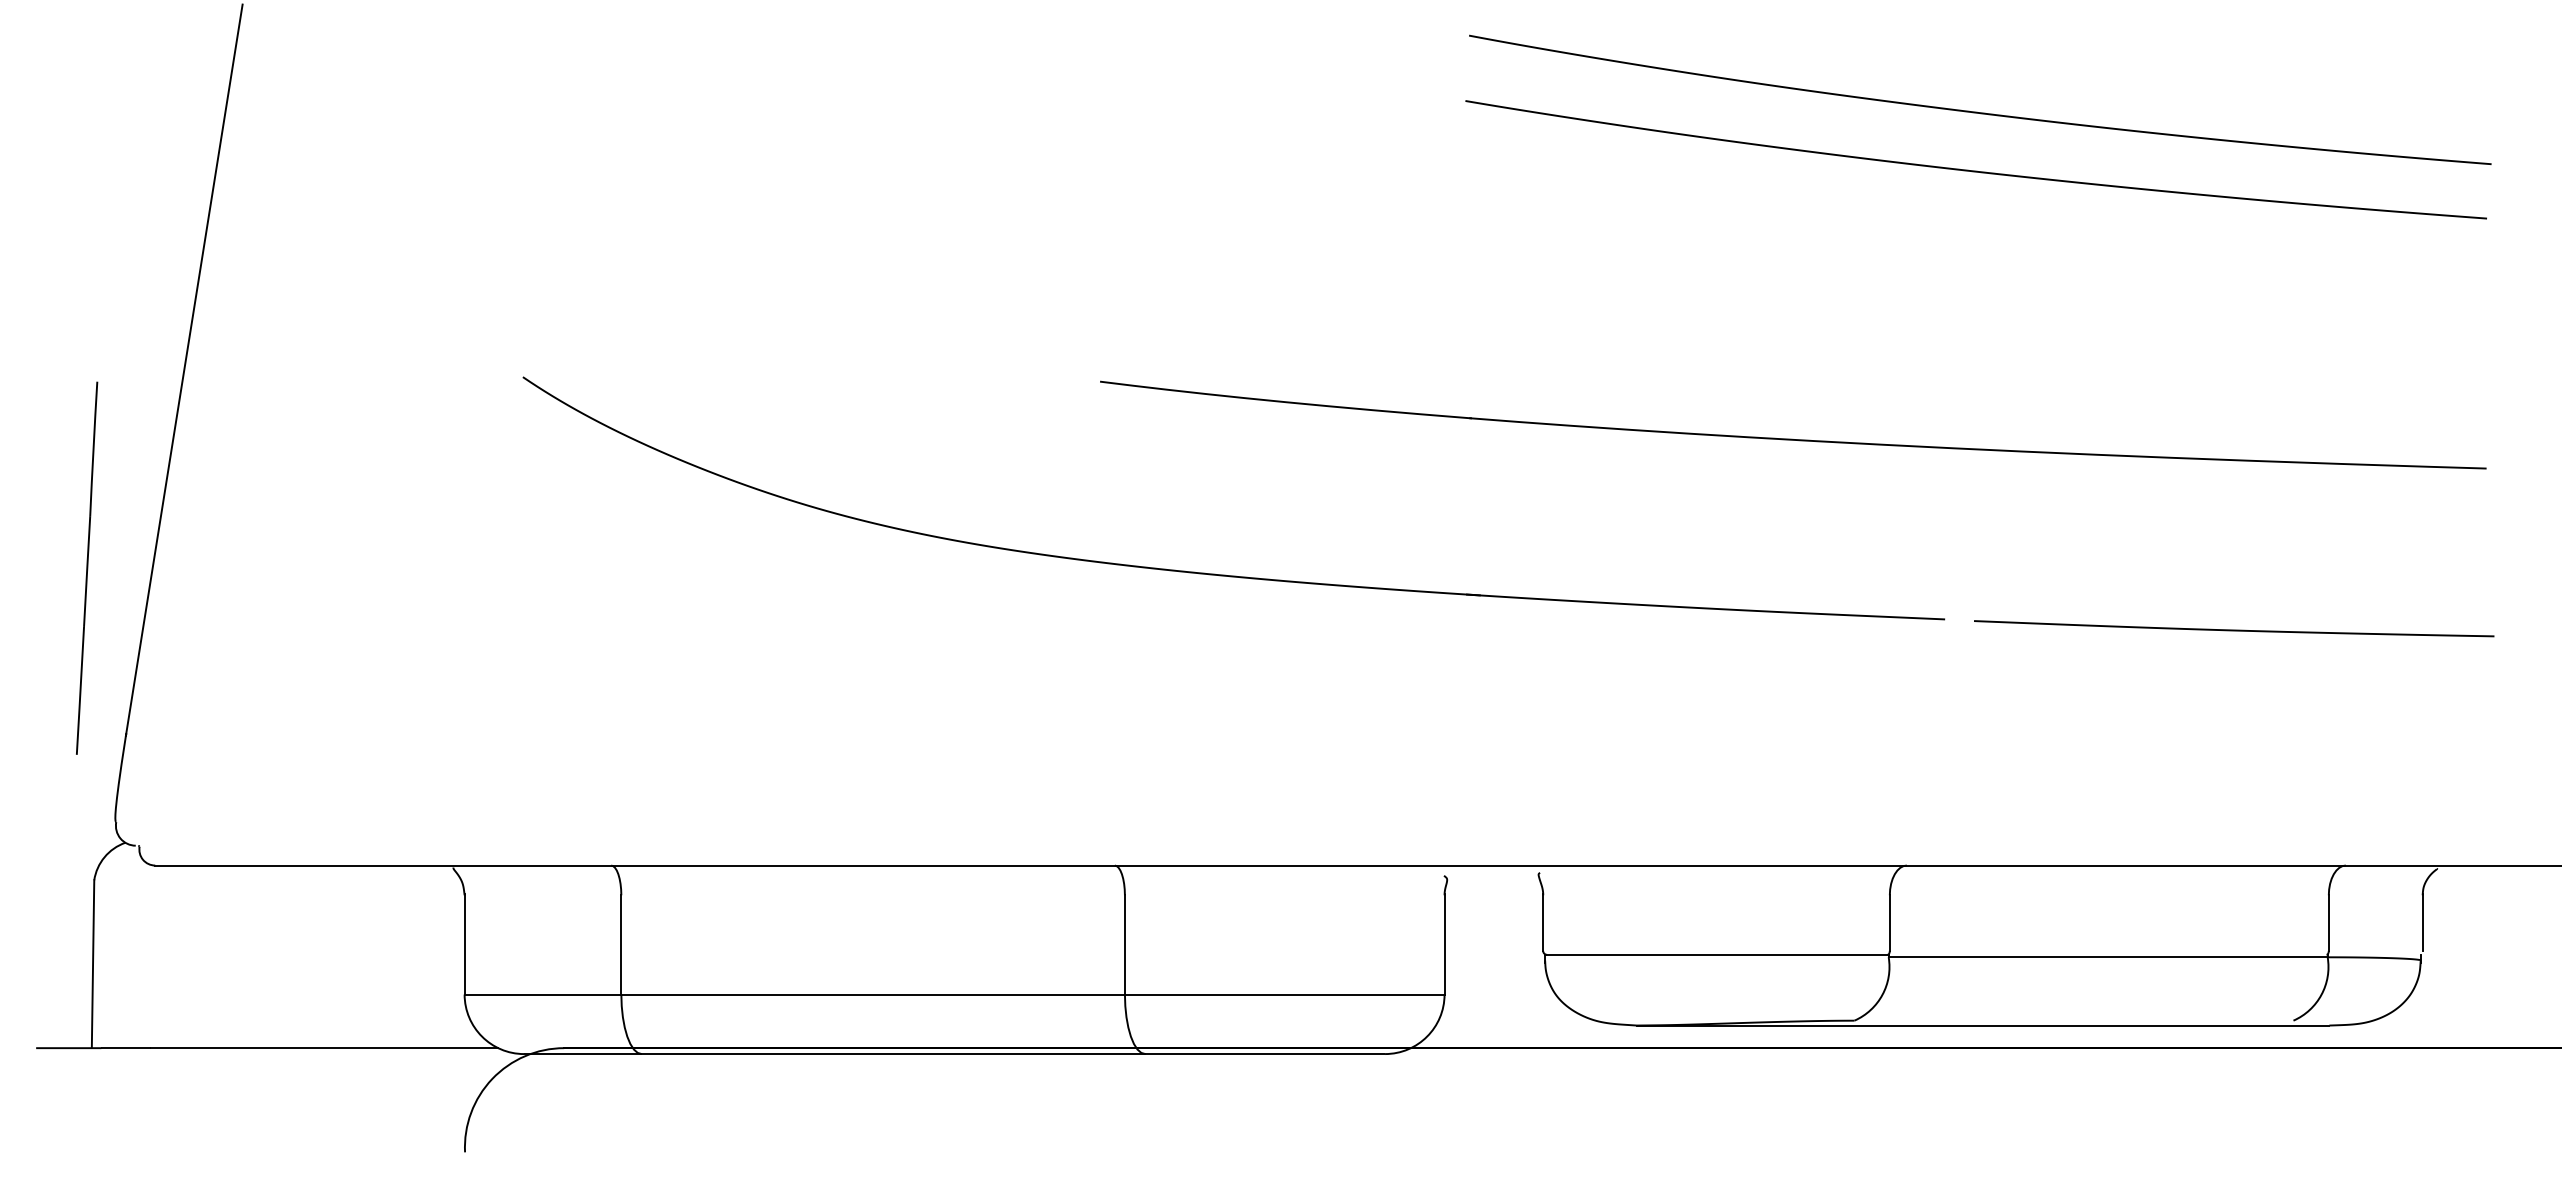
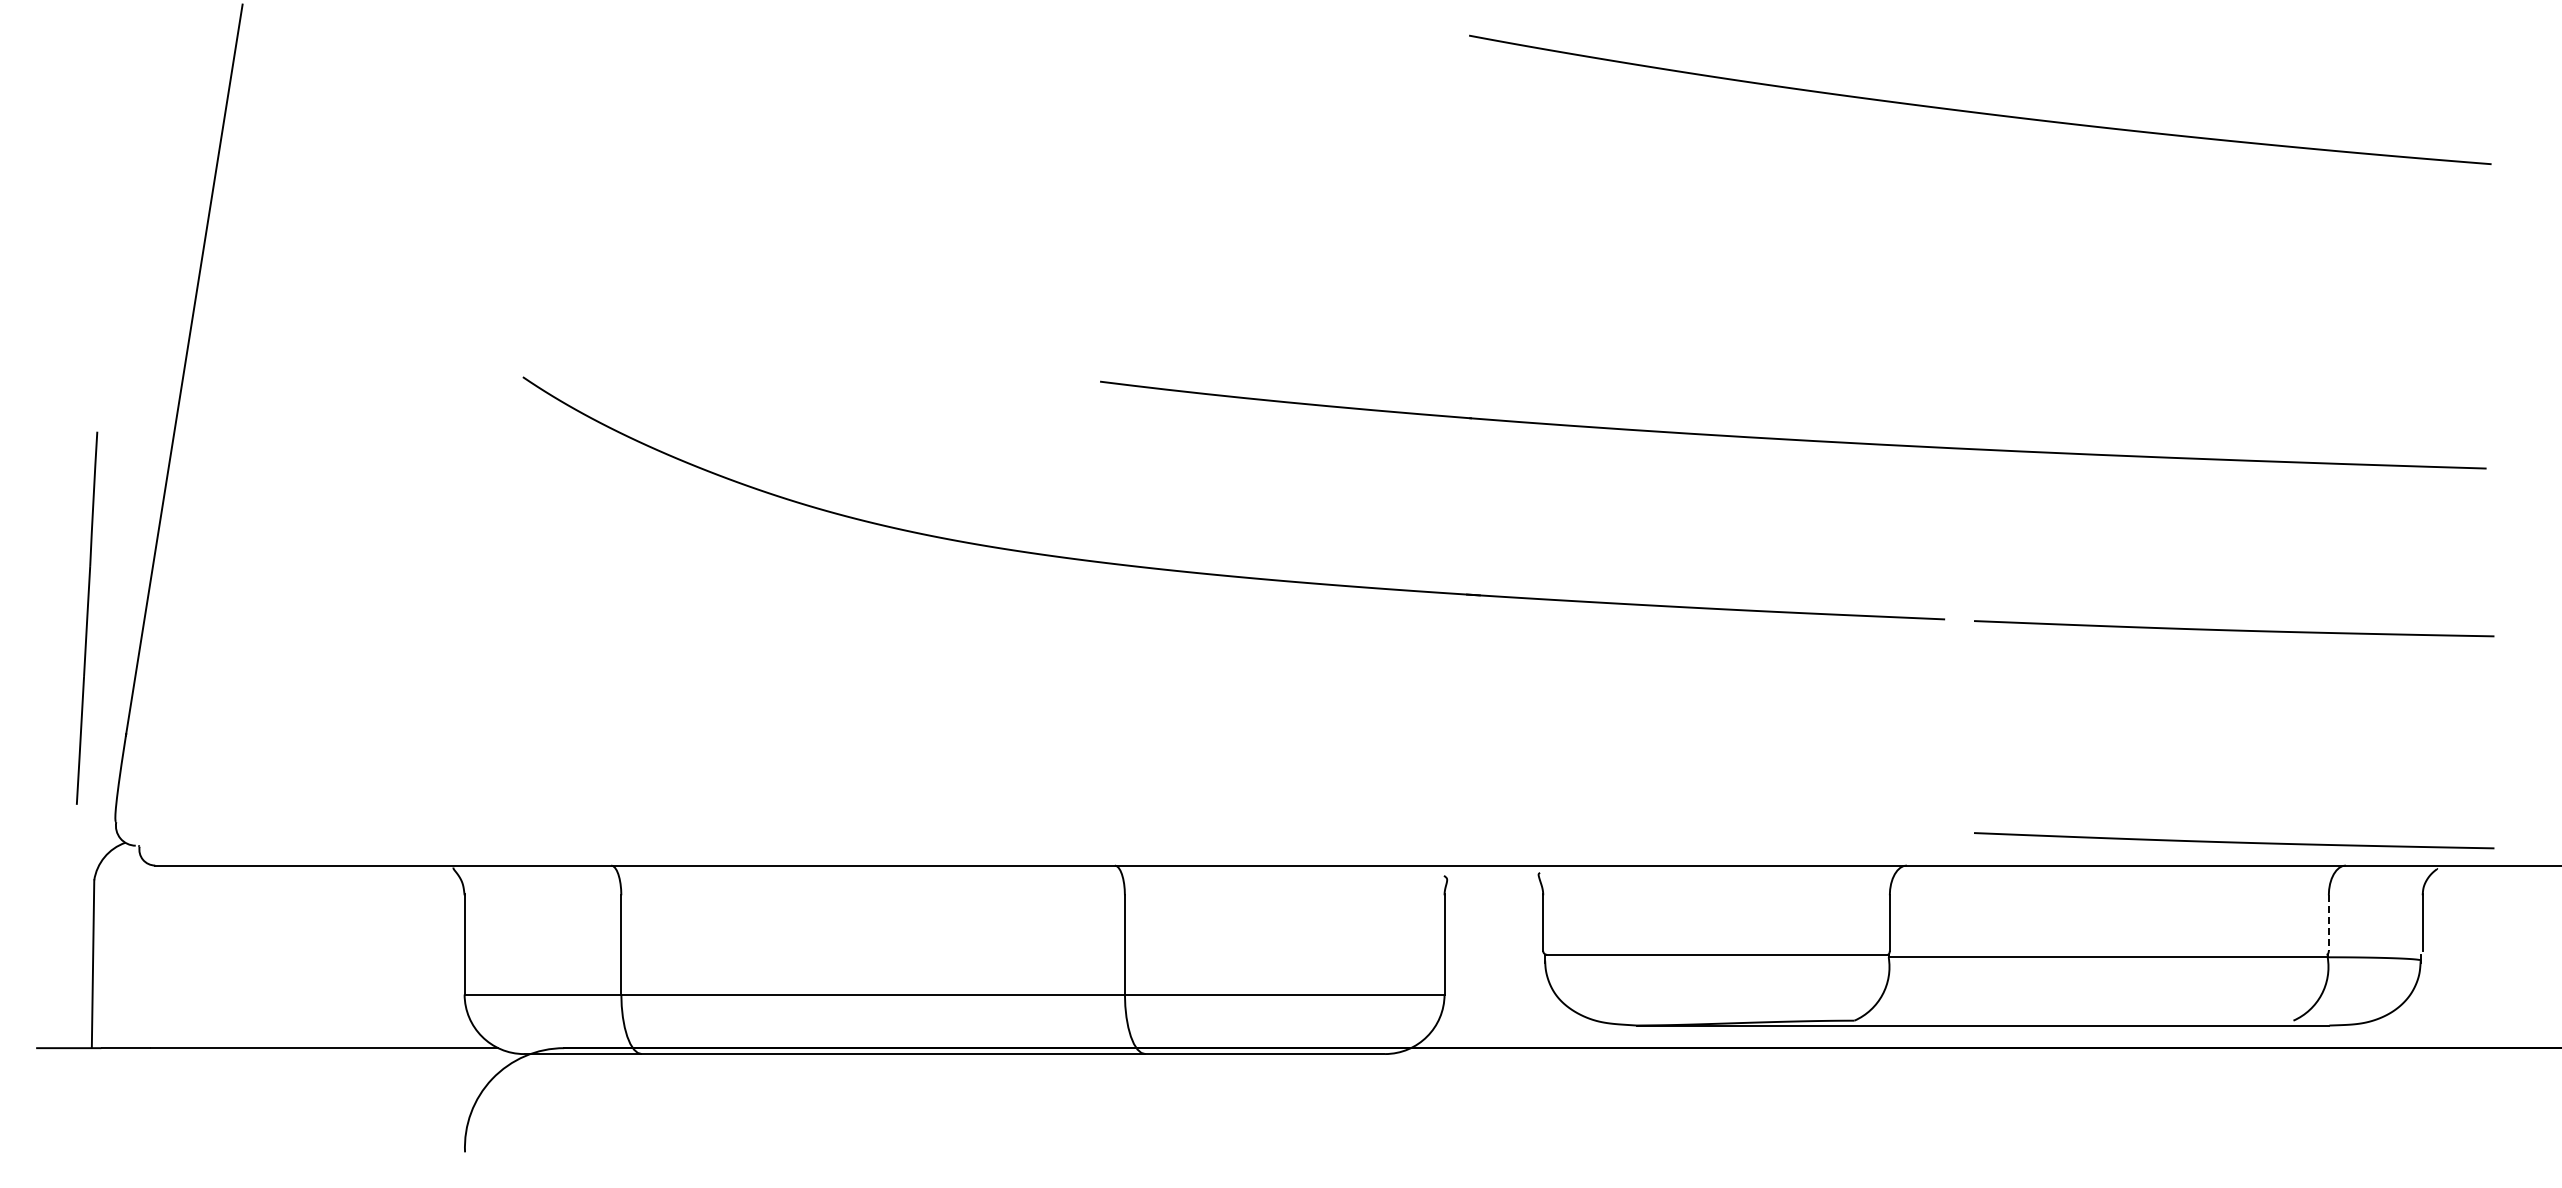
curve at (1975, 170): present -> none
line at (87, 567) position: (87, 567) -> (87, 617)
curve at (2234, 841): none -> present
line at (2328, 923): solid -> dashed
